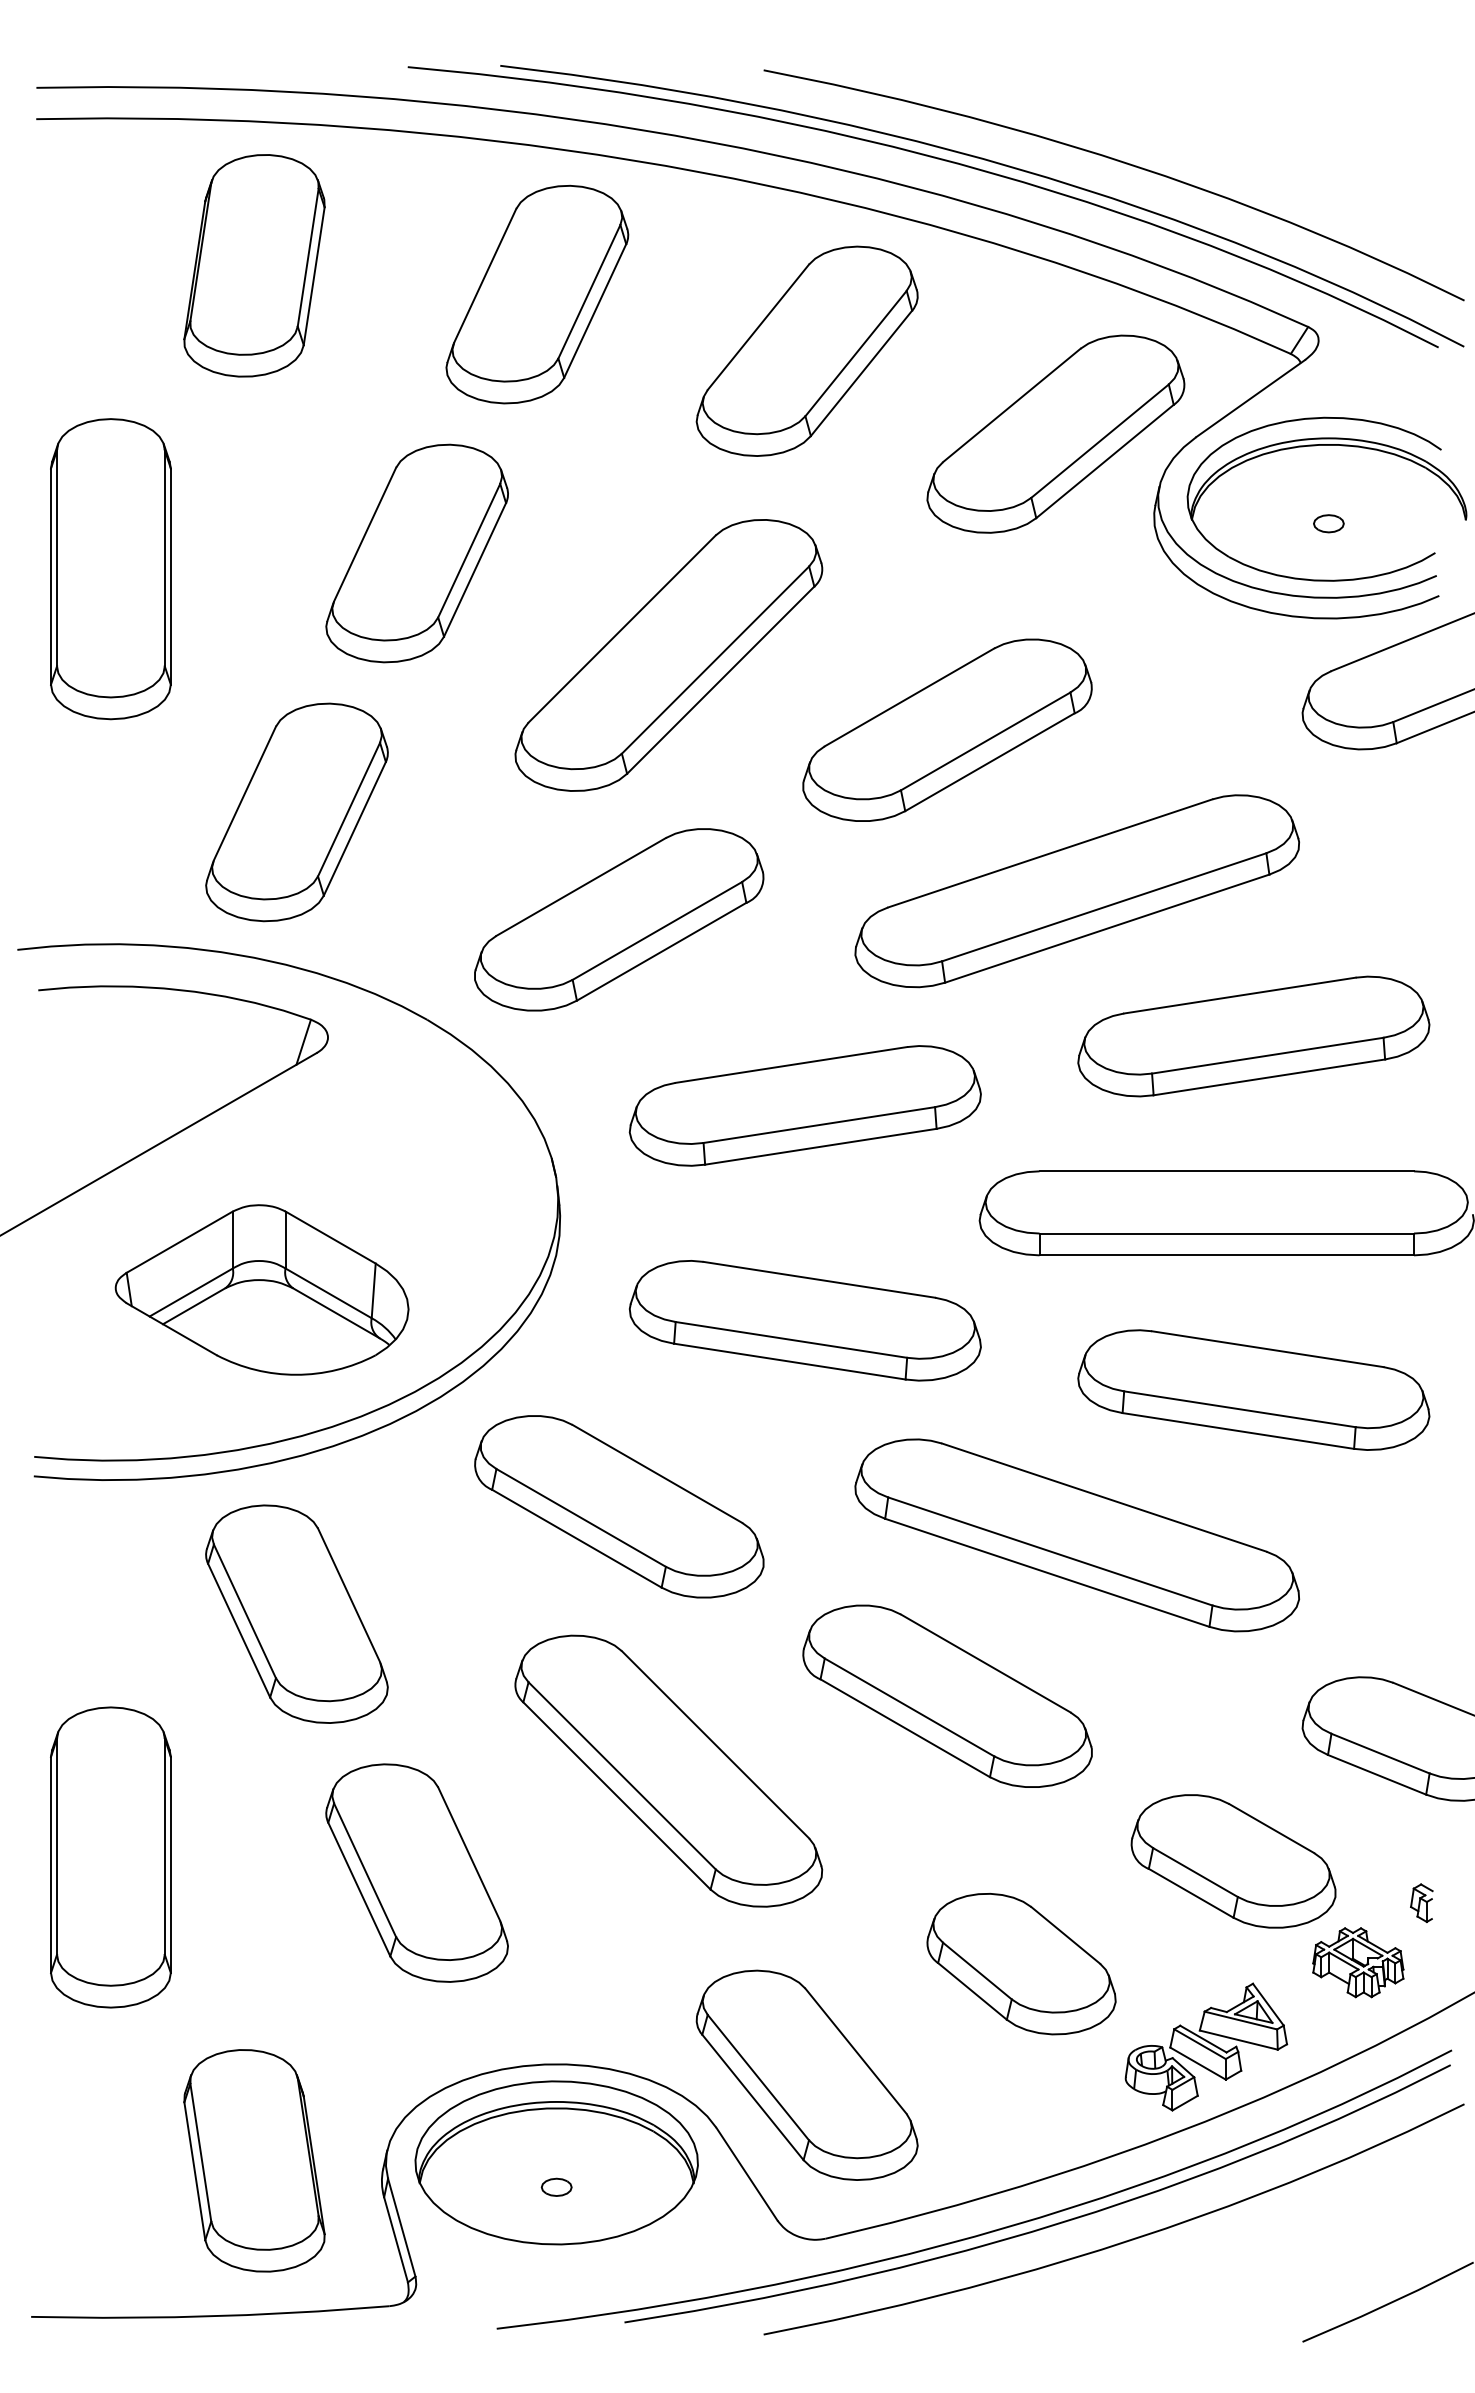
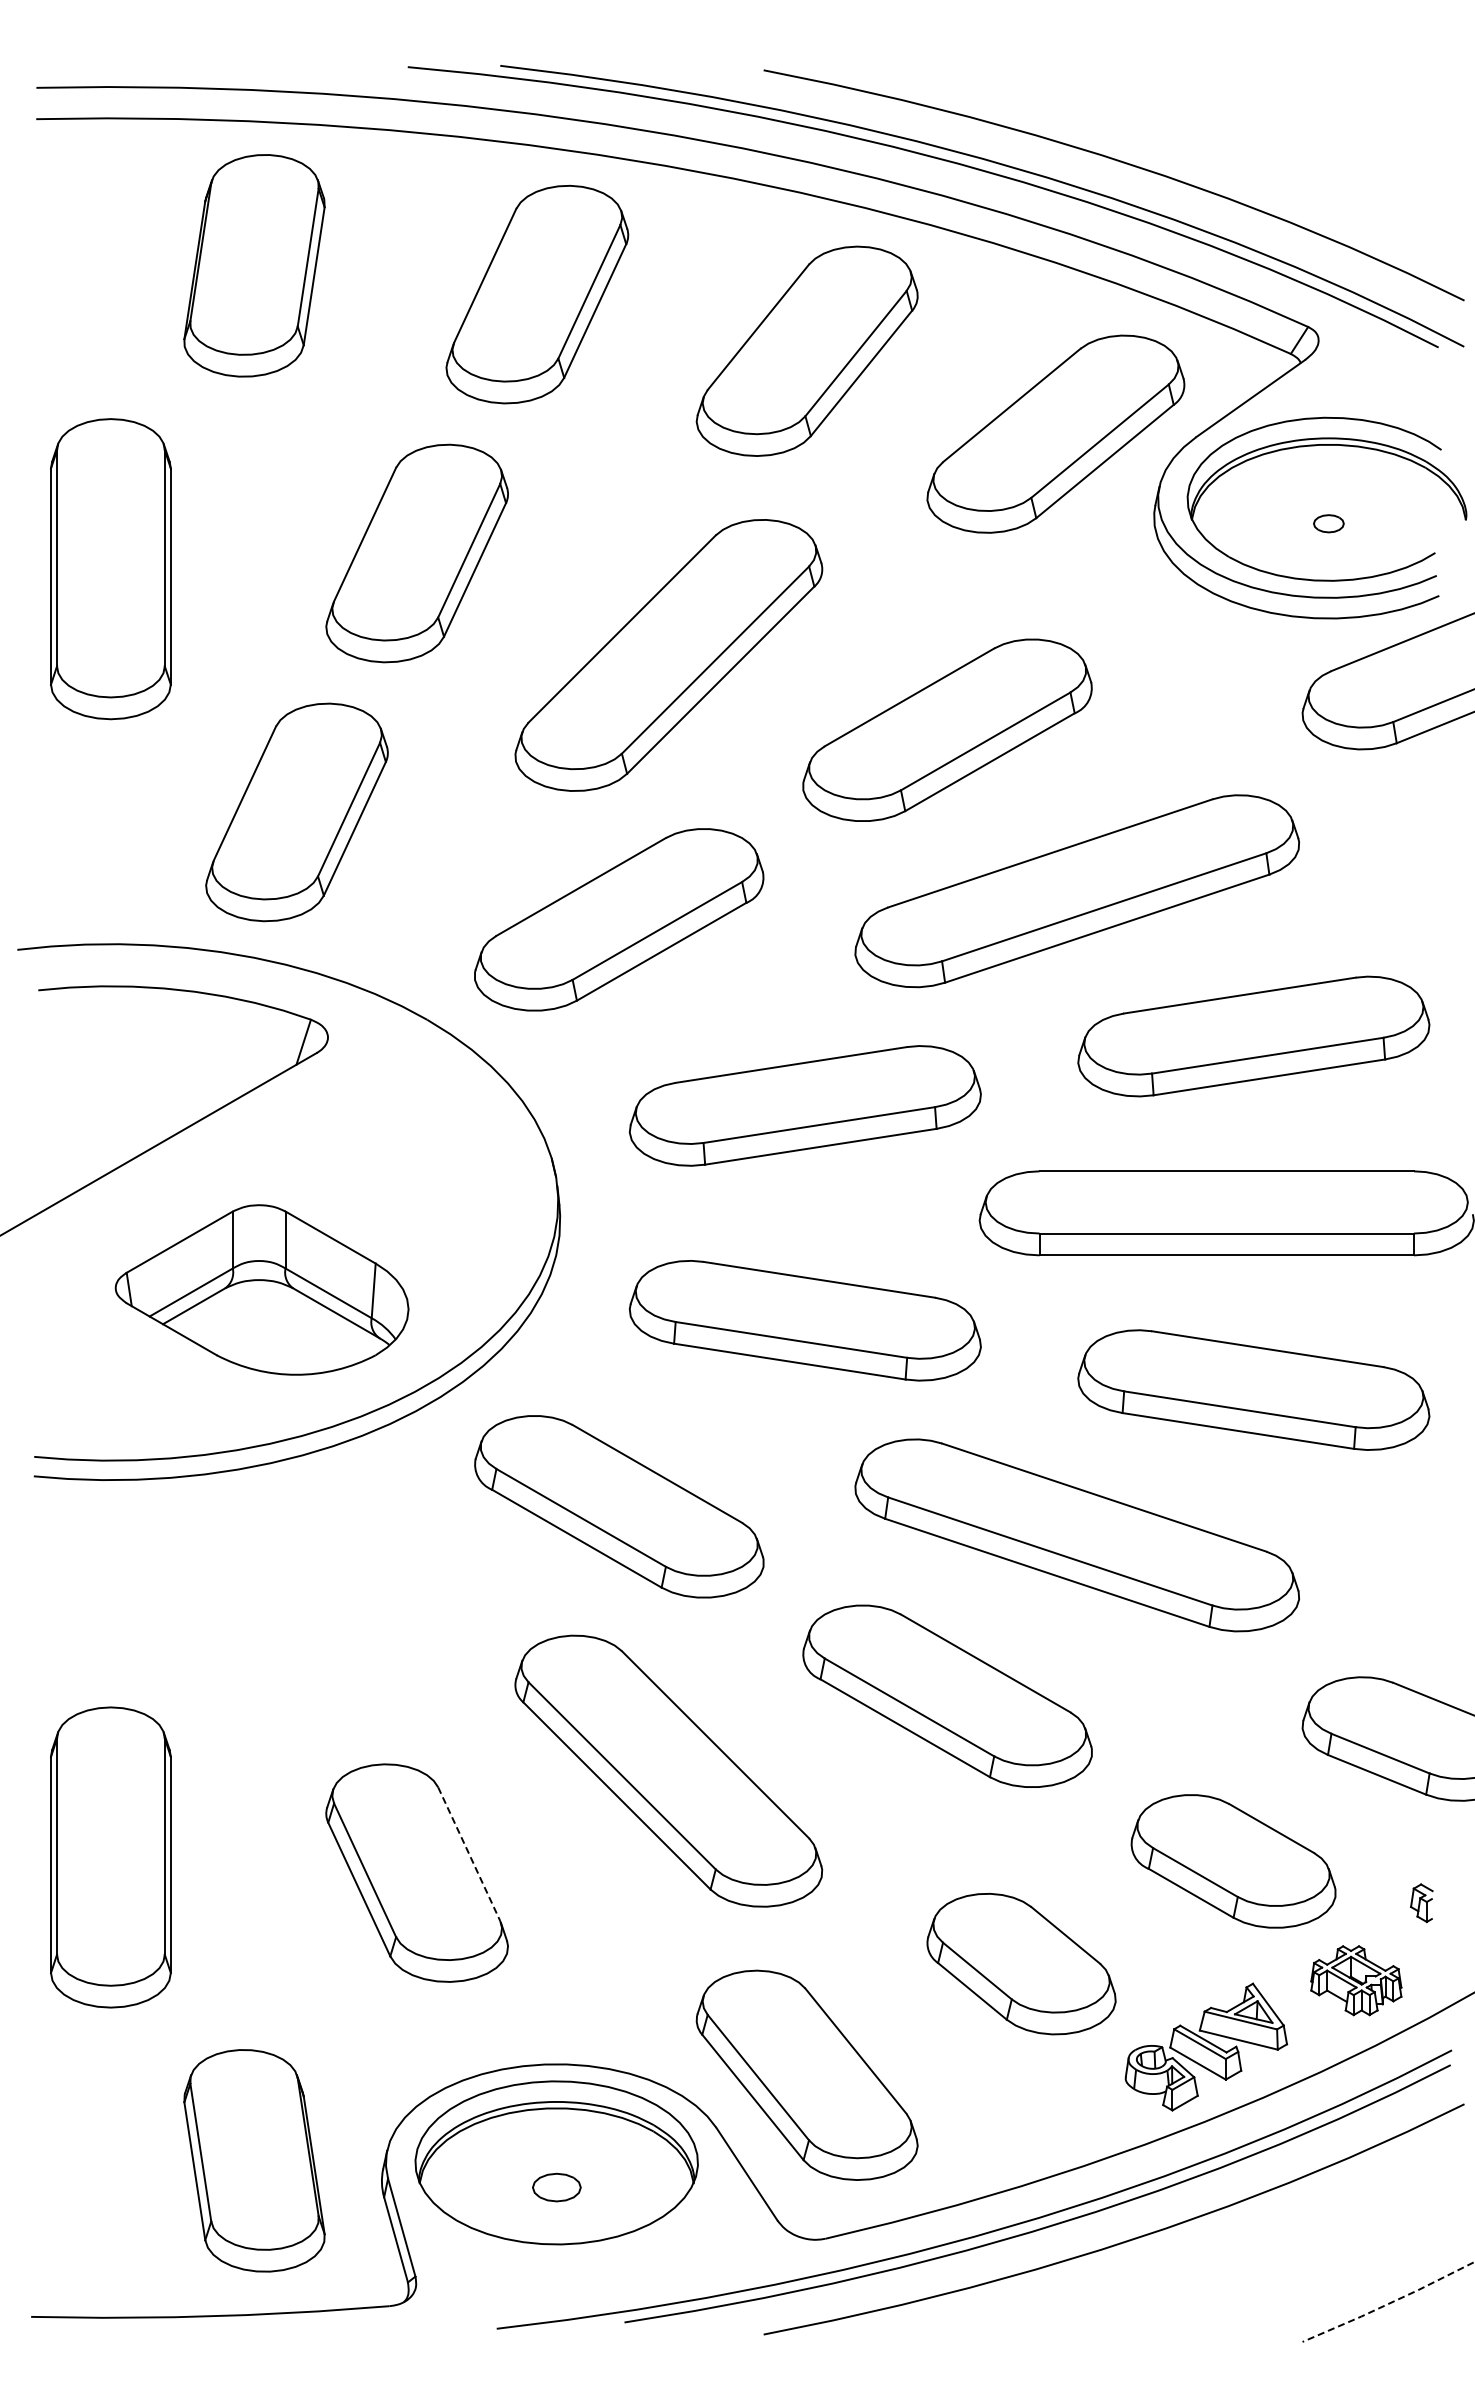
part at (296, 1613): present -> none
line at (469, 1854): solid -> dashed
part at (1358, 1962) position: (1358, 1962) -> (1356, 1980)
part at (556, 2186) size: 33x20 px -> 50x31 px
line at (1388, 2304): solid -> dashed
